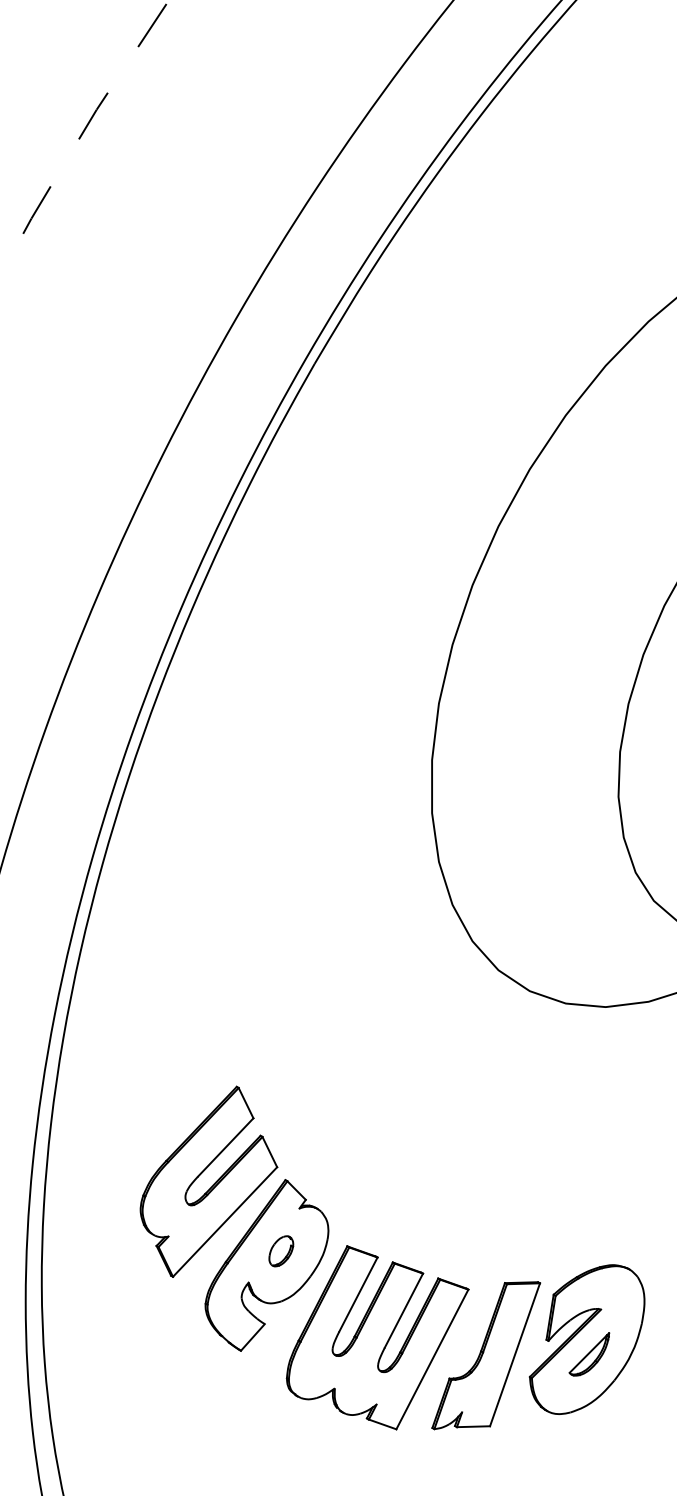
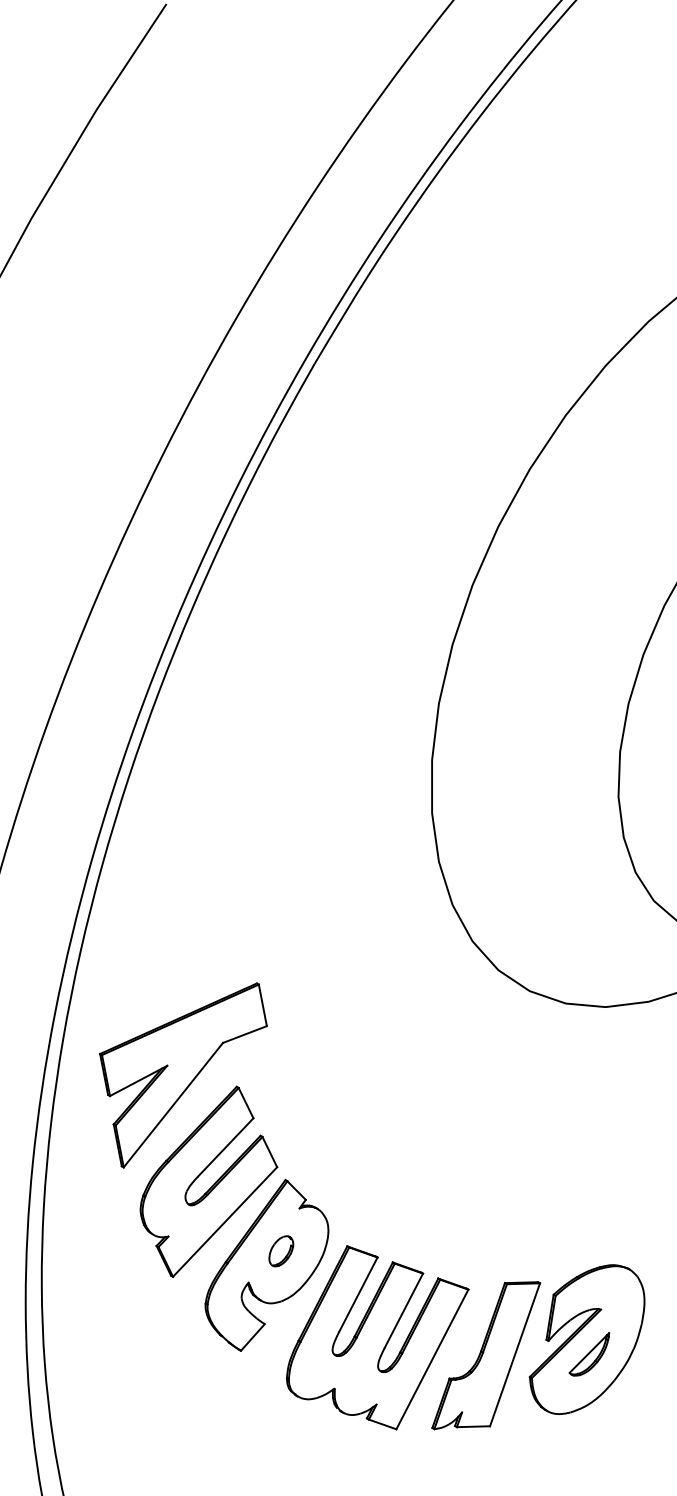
line at (79, 137): dashed -> solid
part at (183, 1075): none -> present
